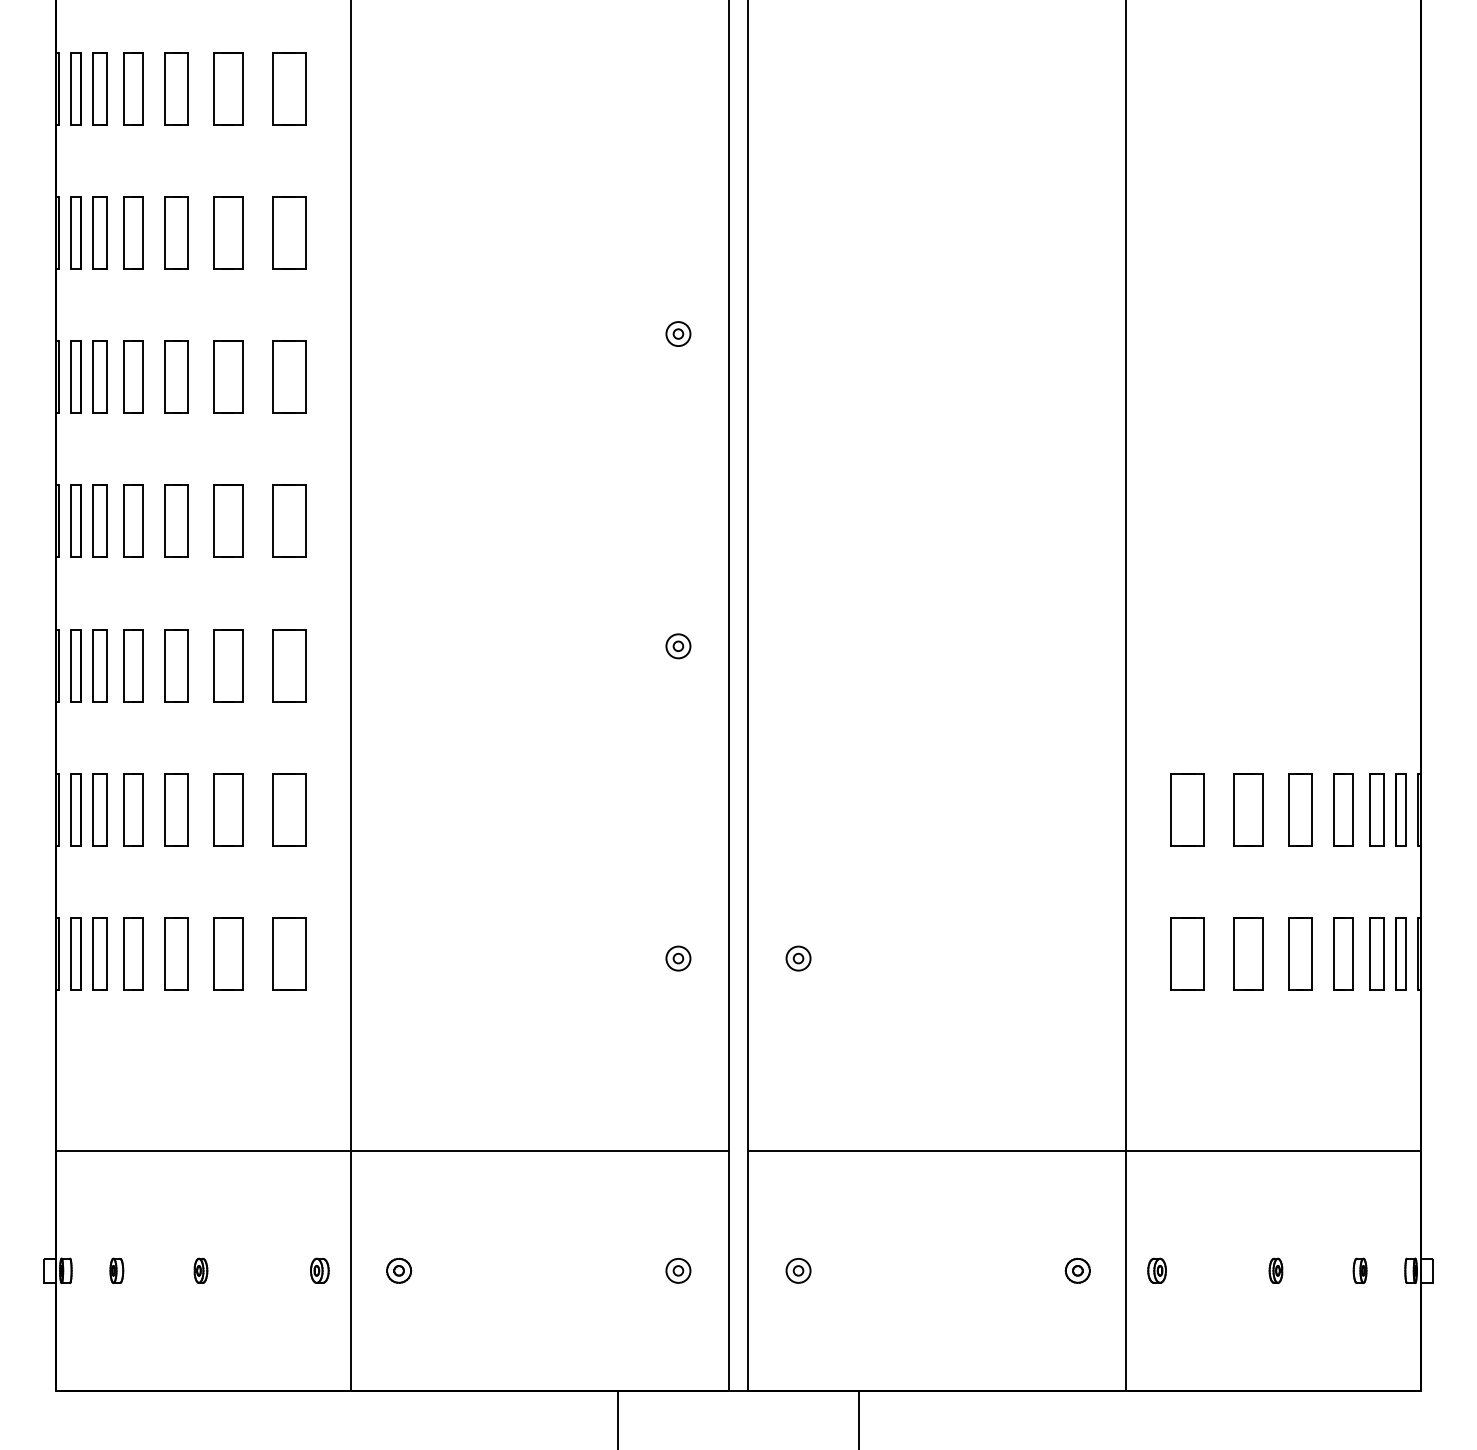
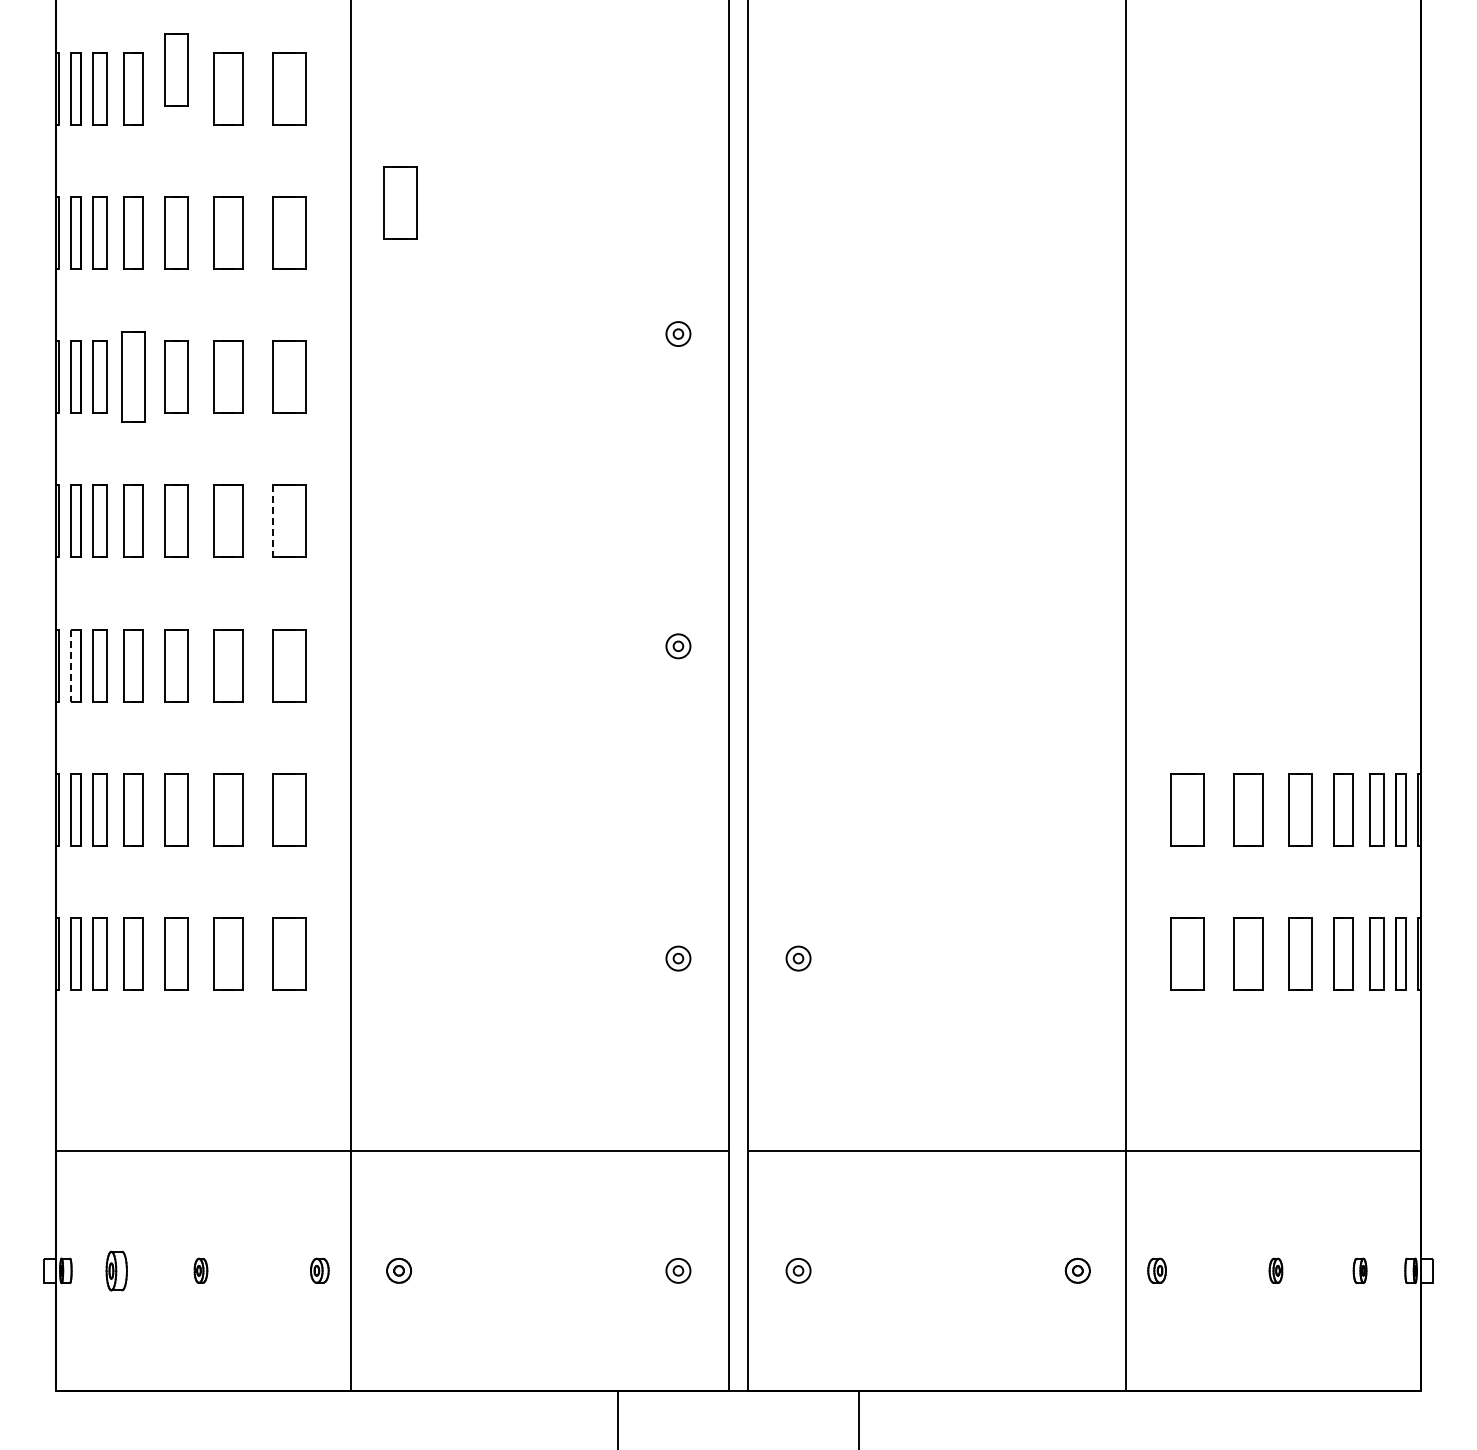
part at (176, 88) position: (176, 88) -> (176, 69)
part at (400, 202): none -> present
part at (133, 376) size: 21x74 px -> 25x92 px
line at (273, 521): solid -> dashed
line at (71, 666): solid -> dashed
part at (116, 1270) size: 16x27 px -> 23x42 px
